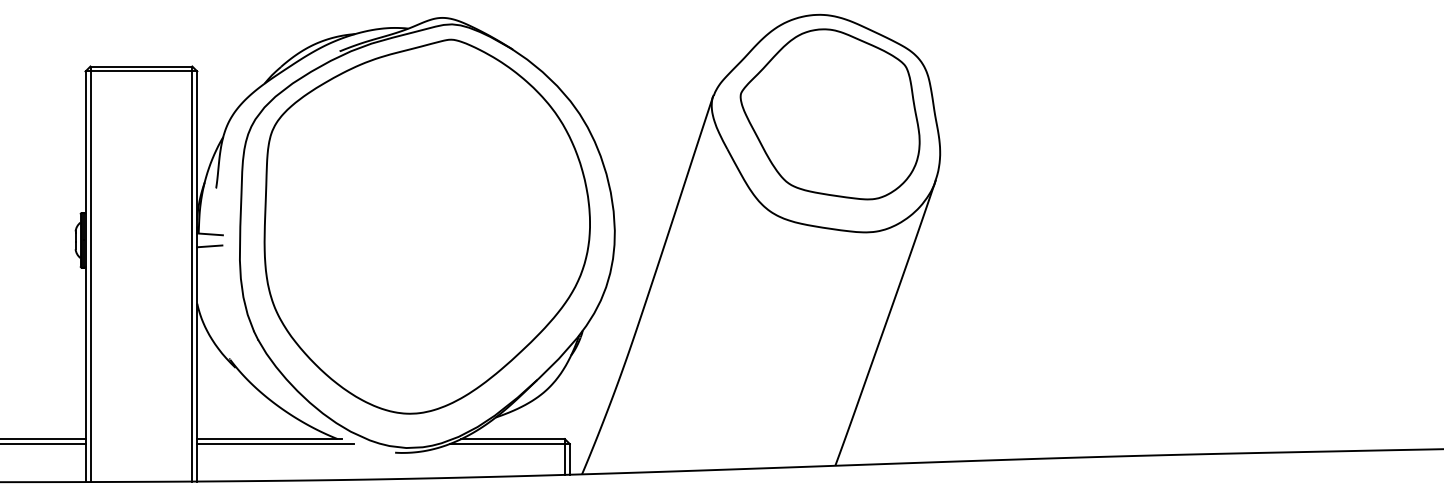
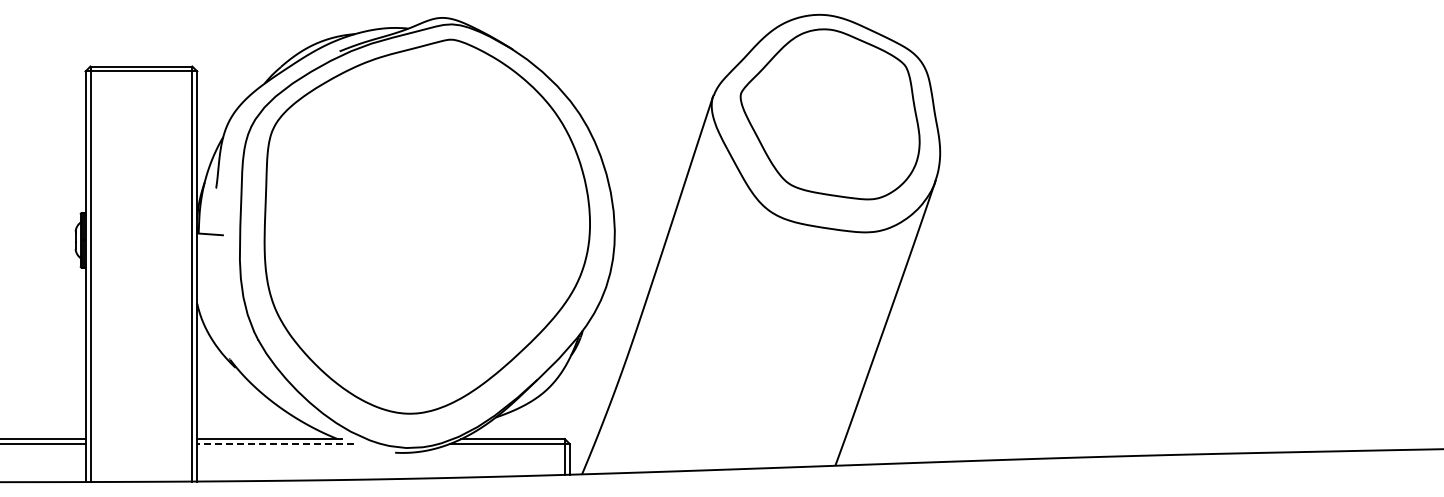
line at (209, 246): present -> none
line at (275, 444): solid -> dashed
